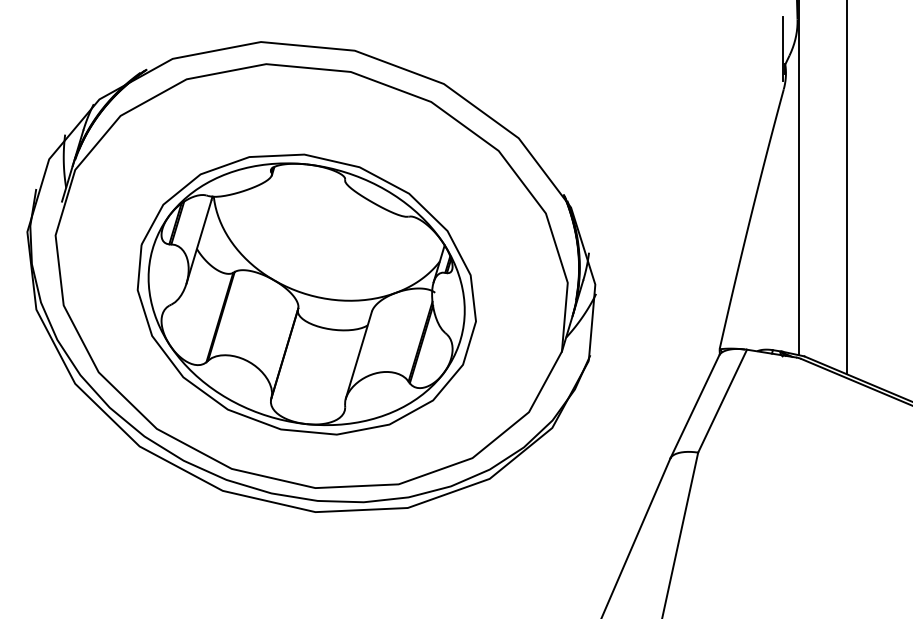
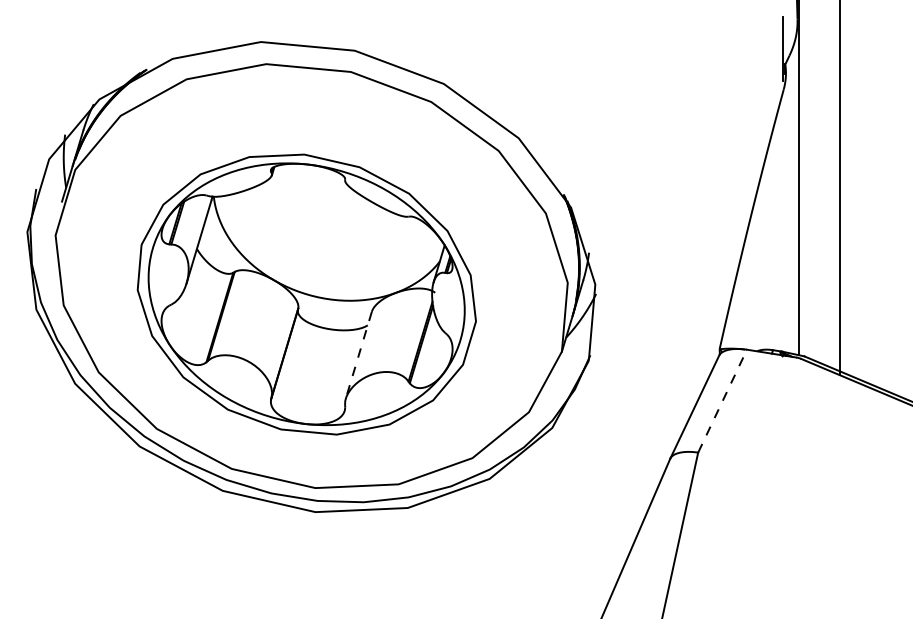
line at (846, 188) position: (846, 188) -> (839, 188)
line at (358, 355): solid -> dashed
line at (722, 401): solid -> dashed
